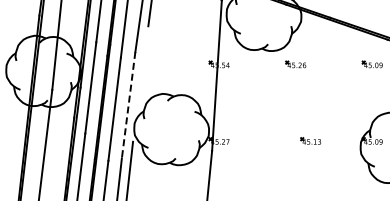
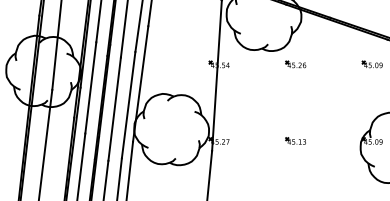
line at (140, 83): none -> present
line at (128, 105): dashed -> solid
part at (310, 140) position: (310, 140) -> (295, 140)
